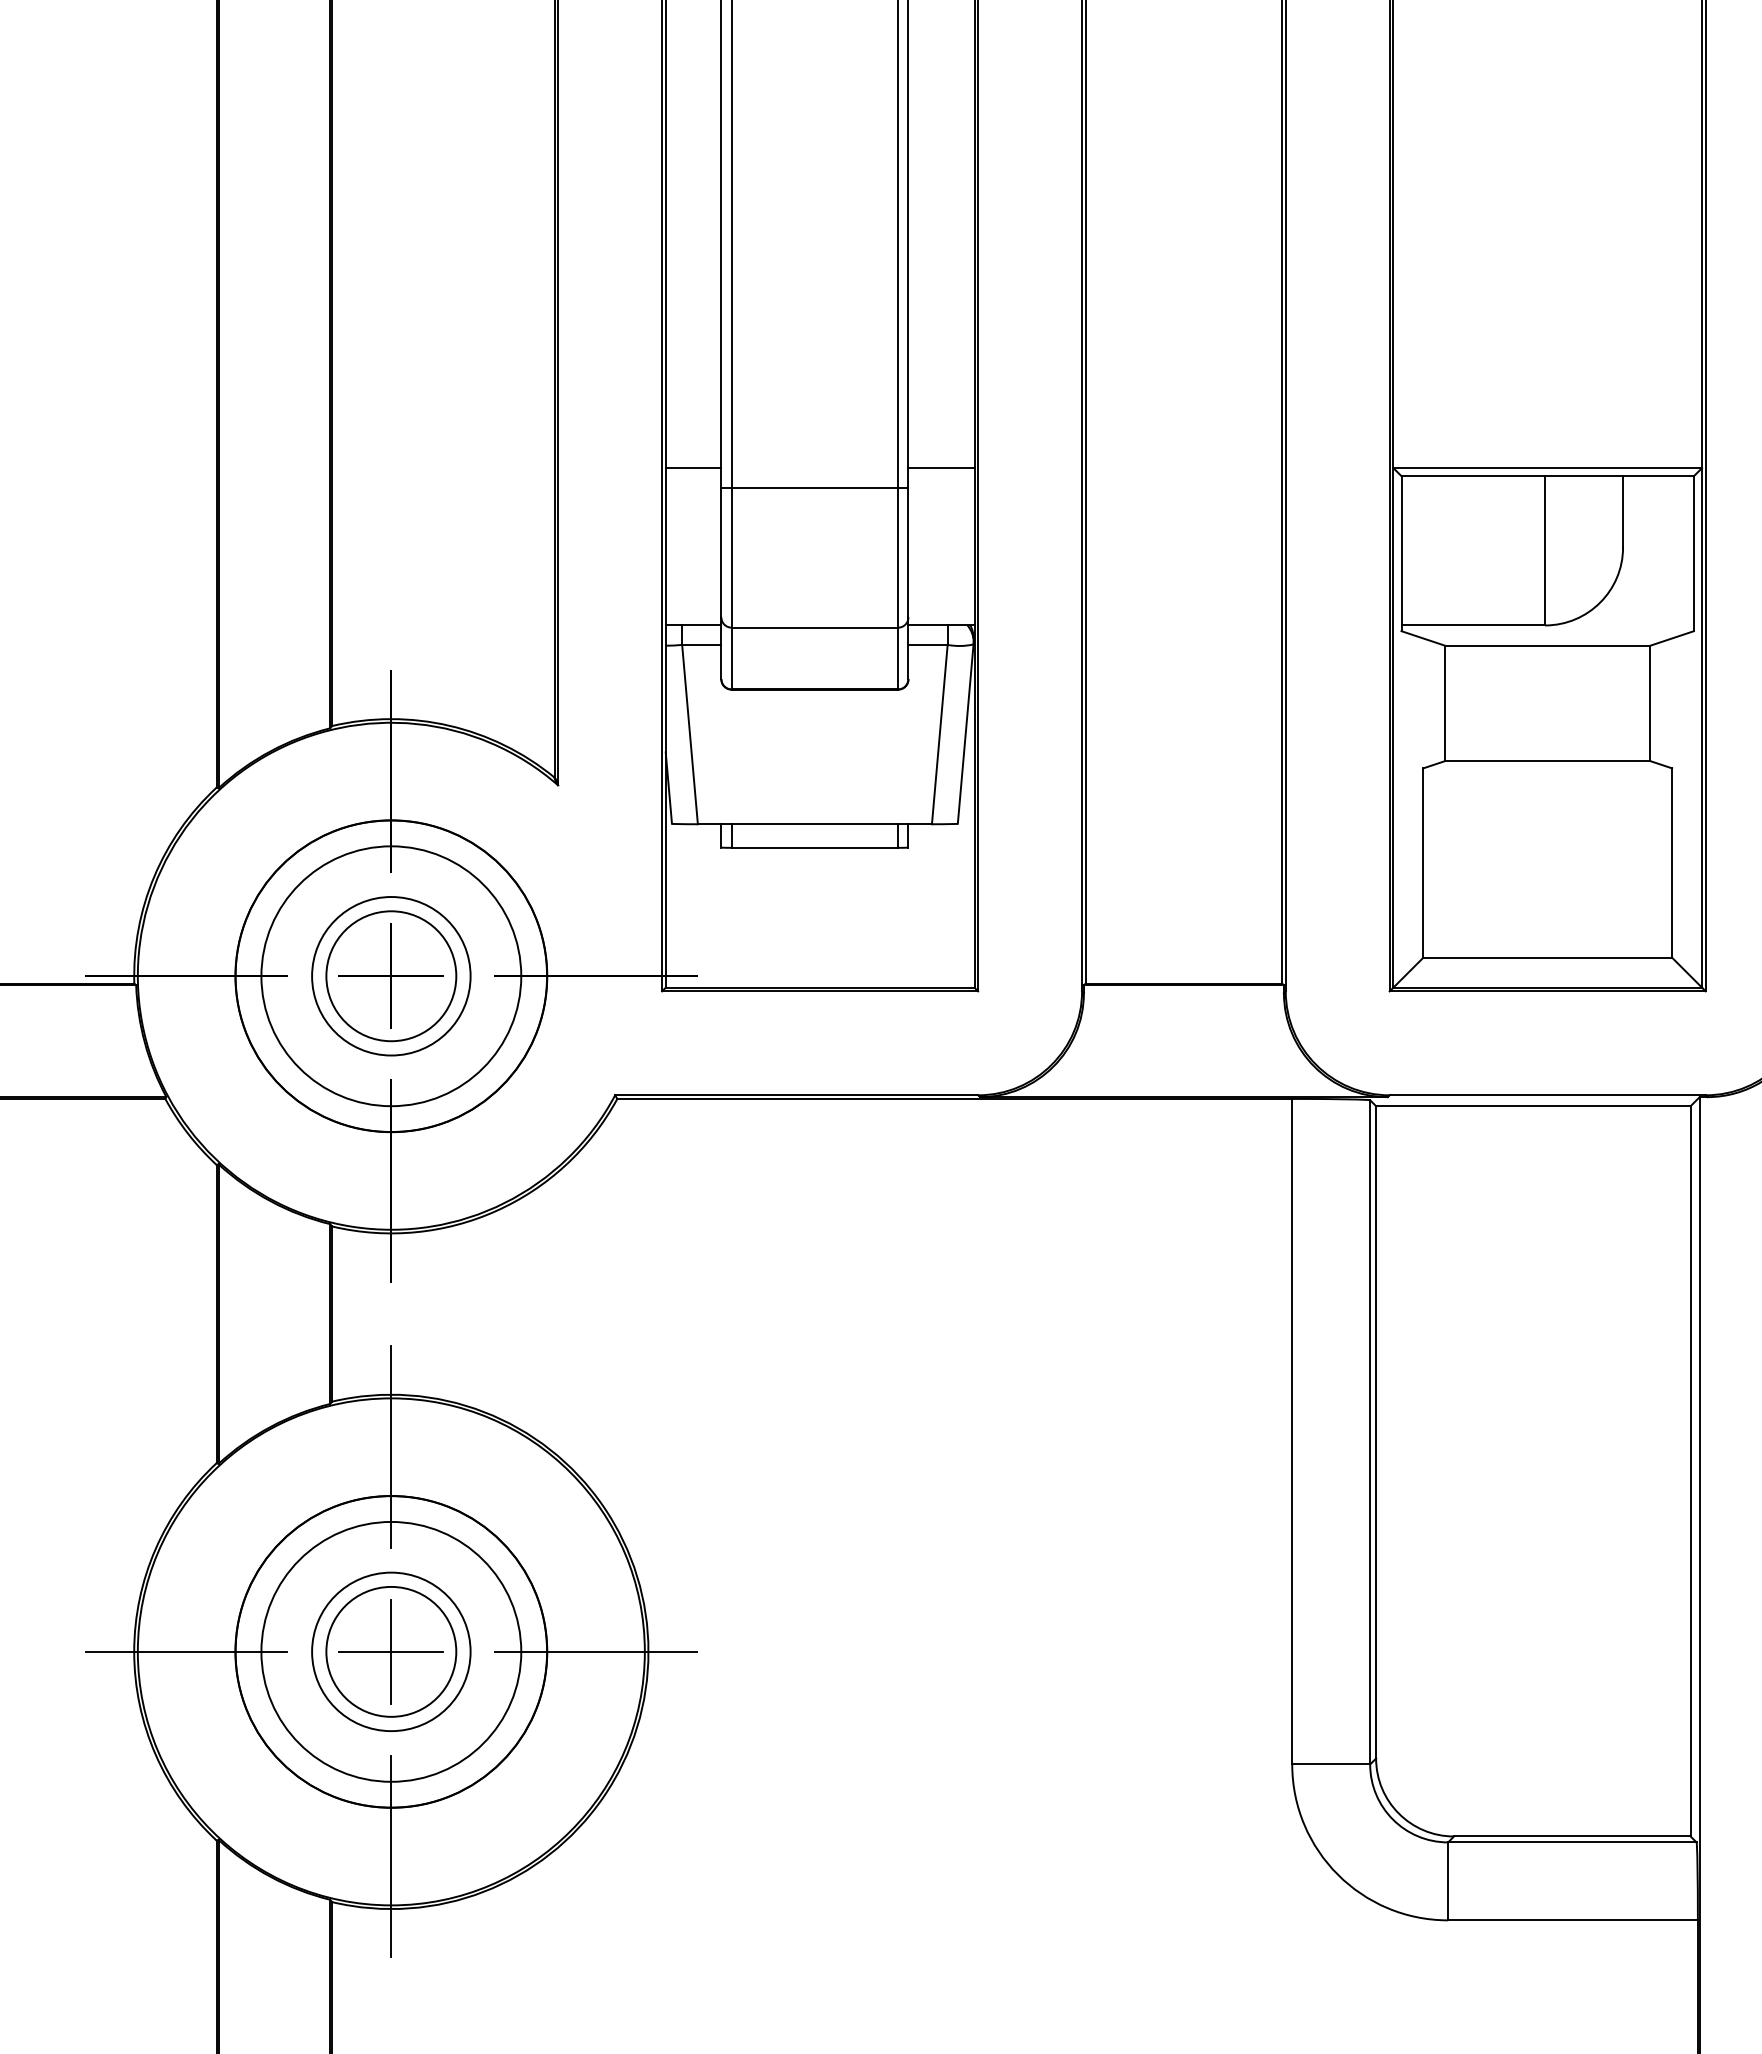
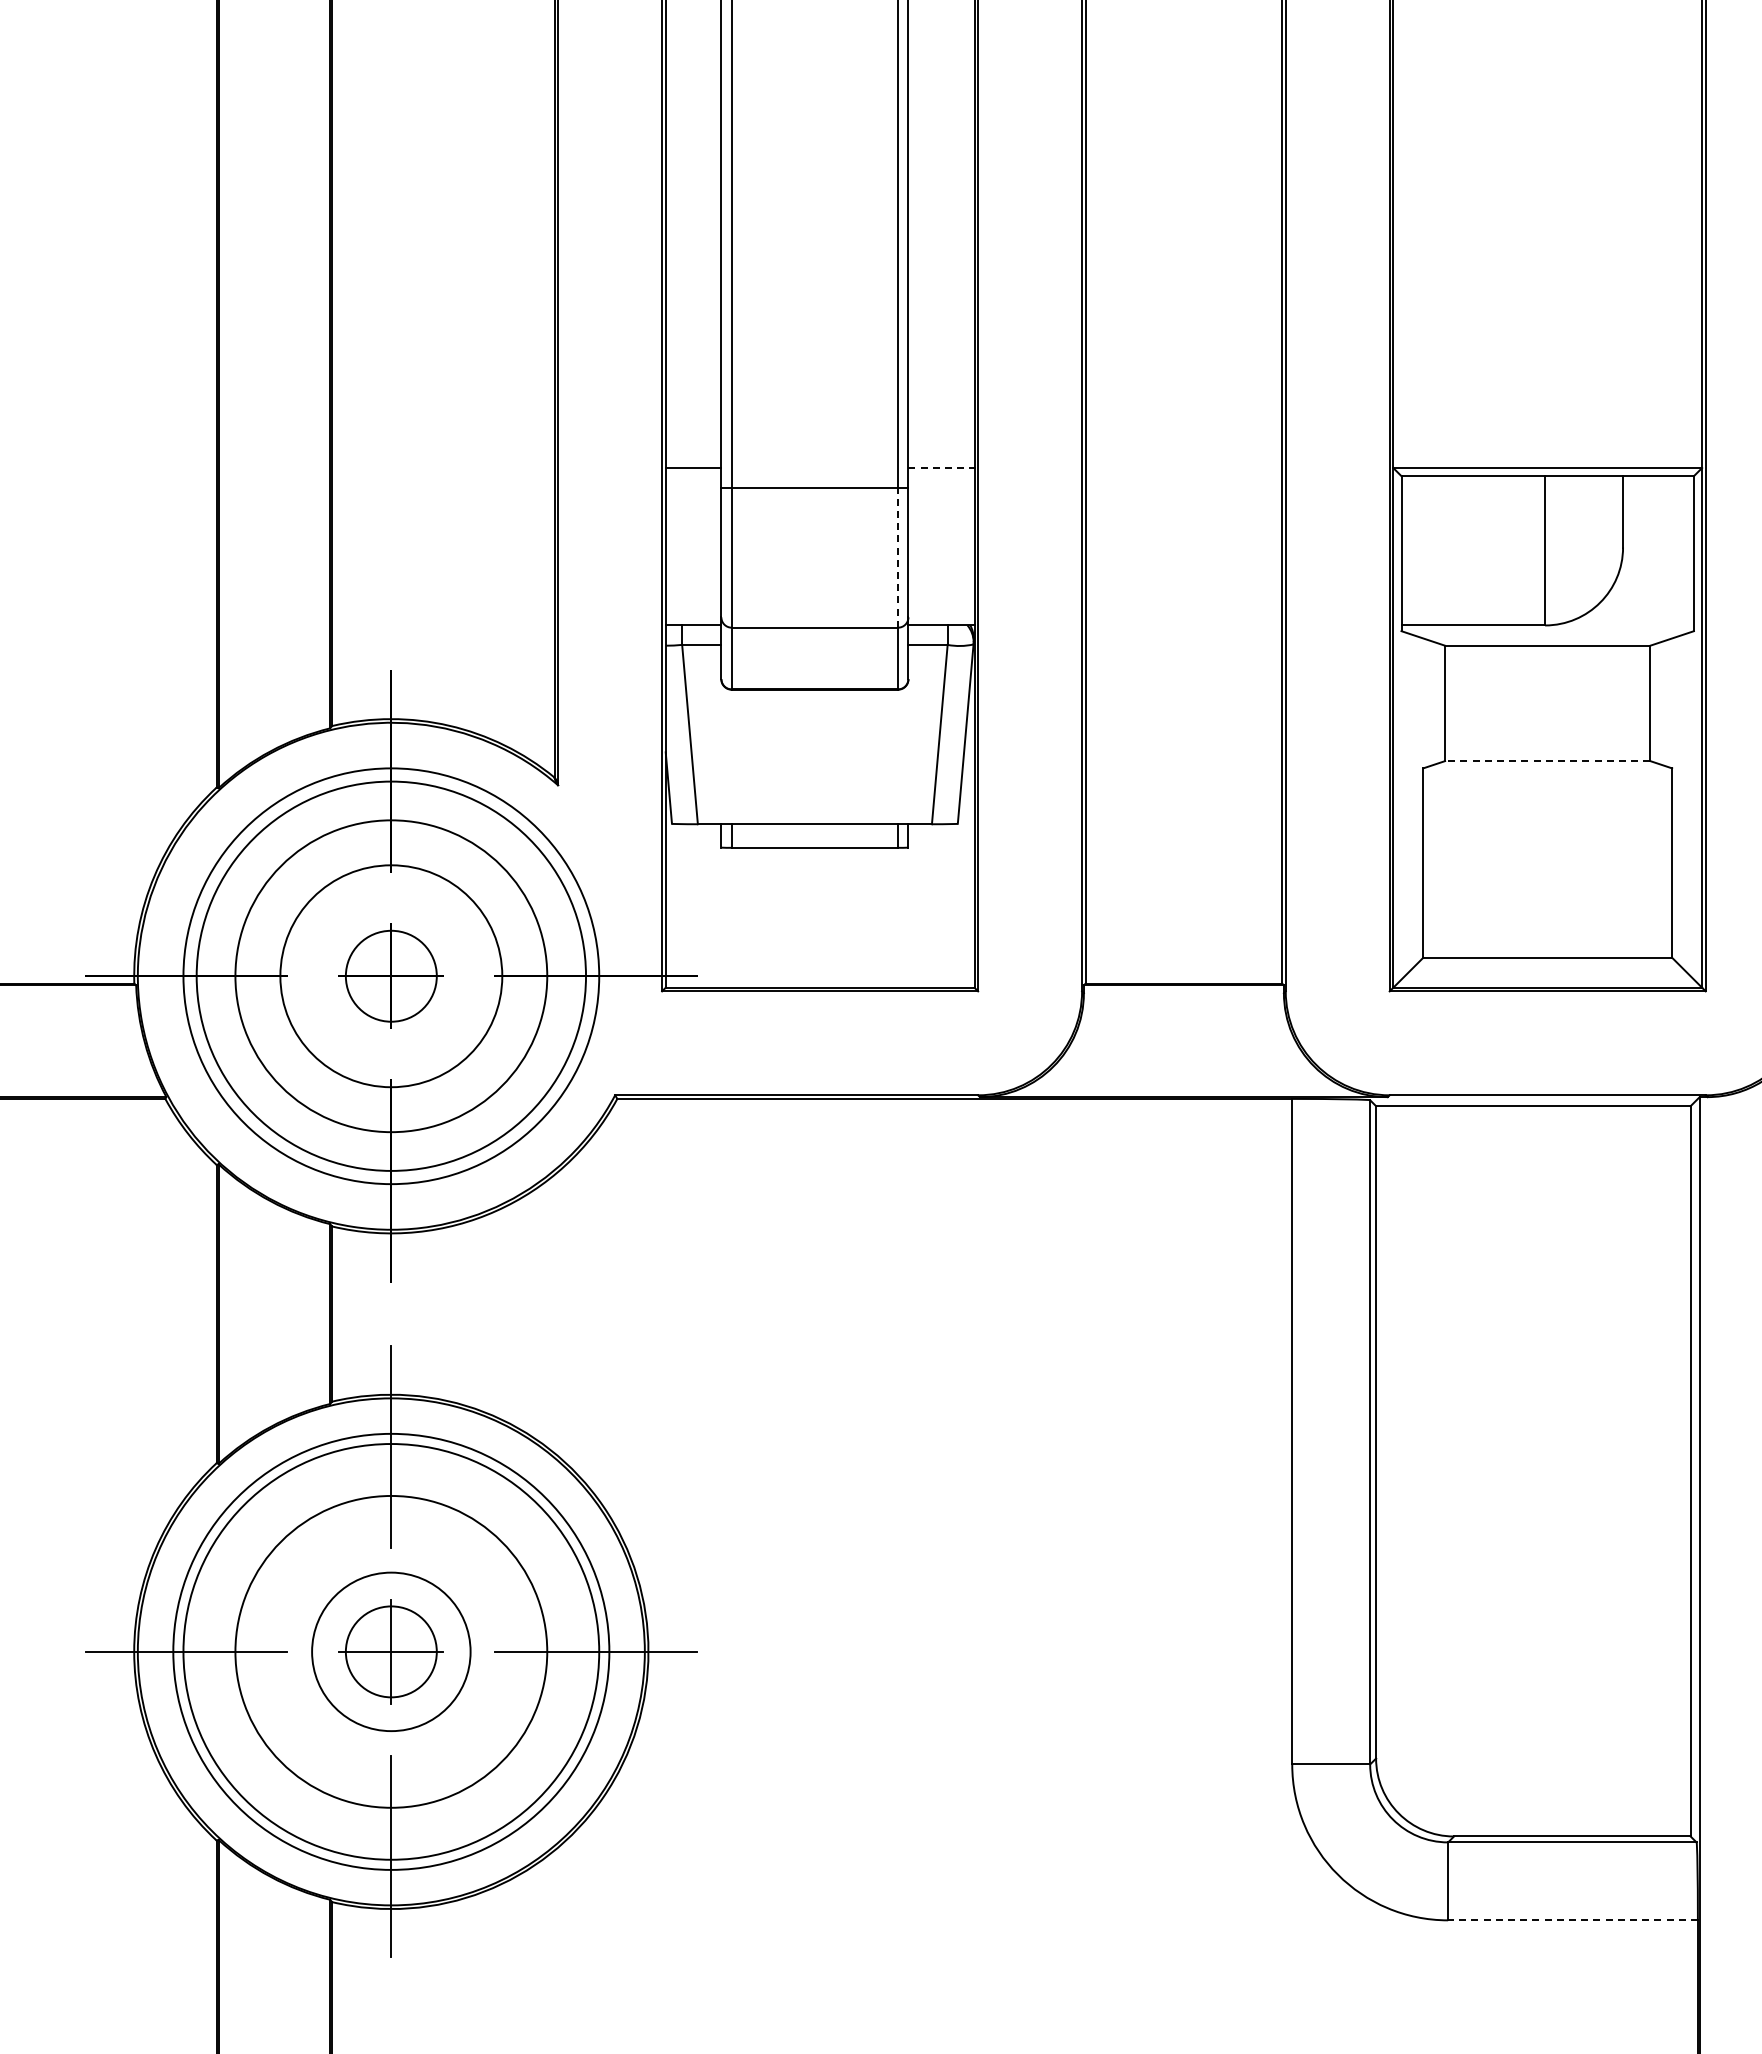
line at (941, 468): solid -> dashed
line at (898, 557): solid -> dashed
line at (1547, 761): solid -> dashed
circle at (391, 976) diameter: 130 px -> 91 px
circle at (391, 976) diameter: 159 px -> 222 px
circle at (391, 976) diameter: 260 px -> 416 px
circle at (391, 976) diameter: 311 px -> 389 px
circle at (391, 1651) diameter: 130 px -> 91 px
circle at (391, 1651) diameter: 260 px -> 416 px
circle at (391, 1651) diameter: 311 px -> 436 px
line at (1573, 1920): solid -> dashed
